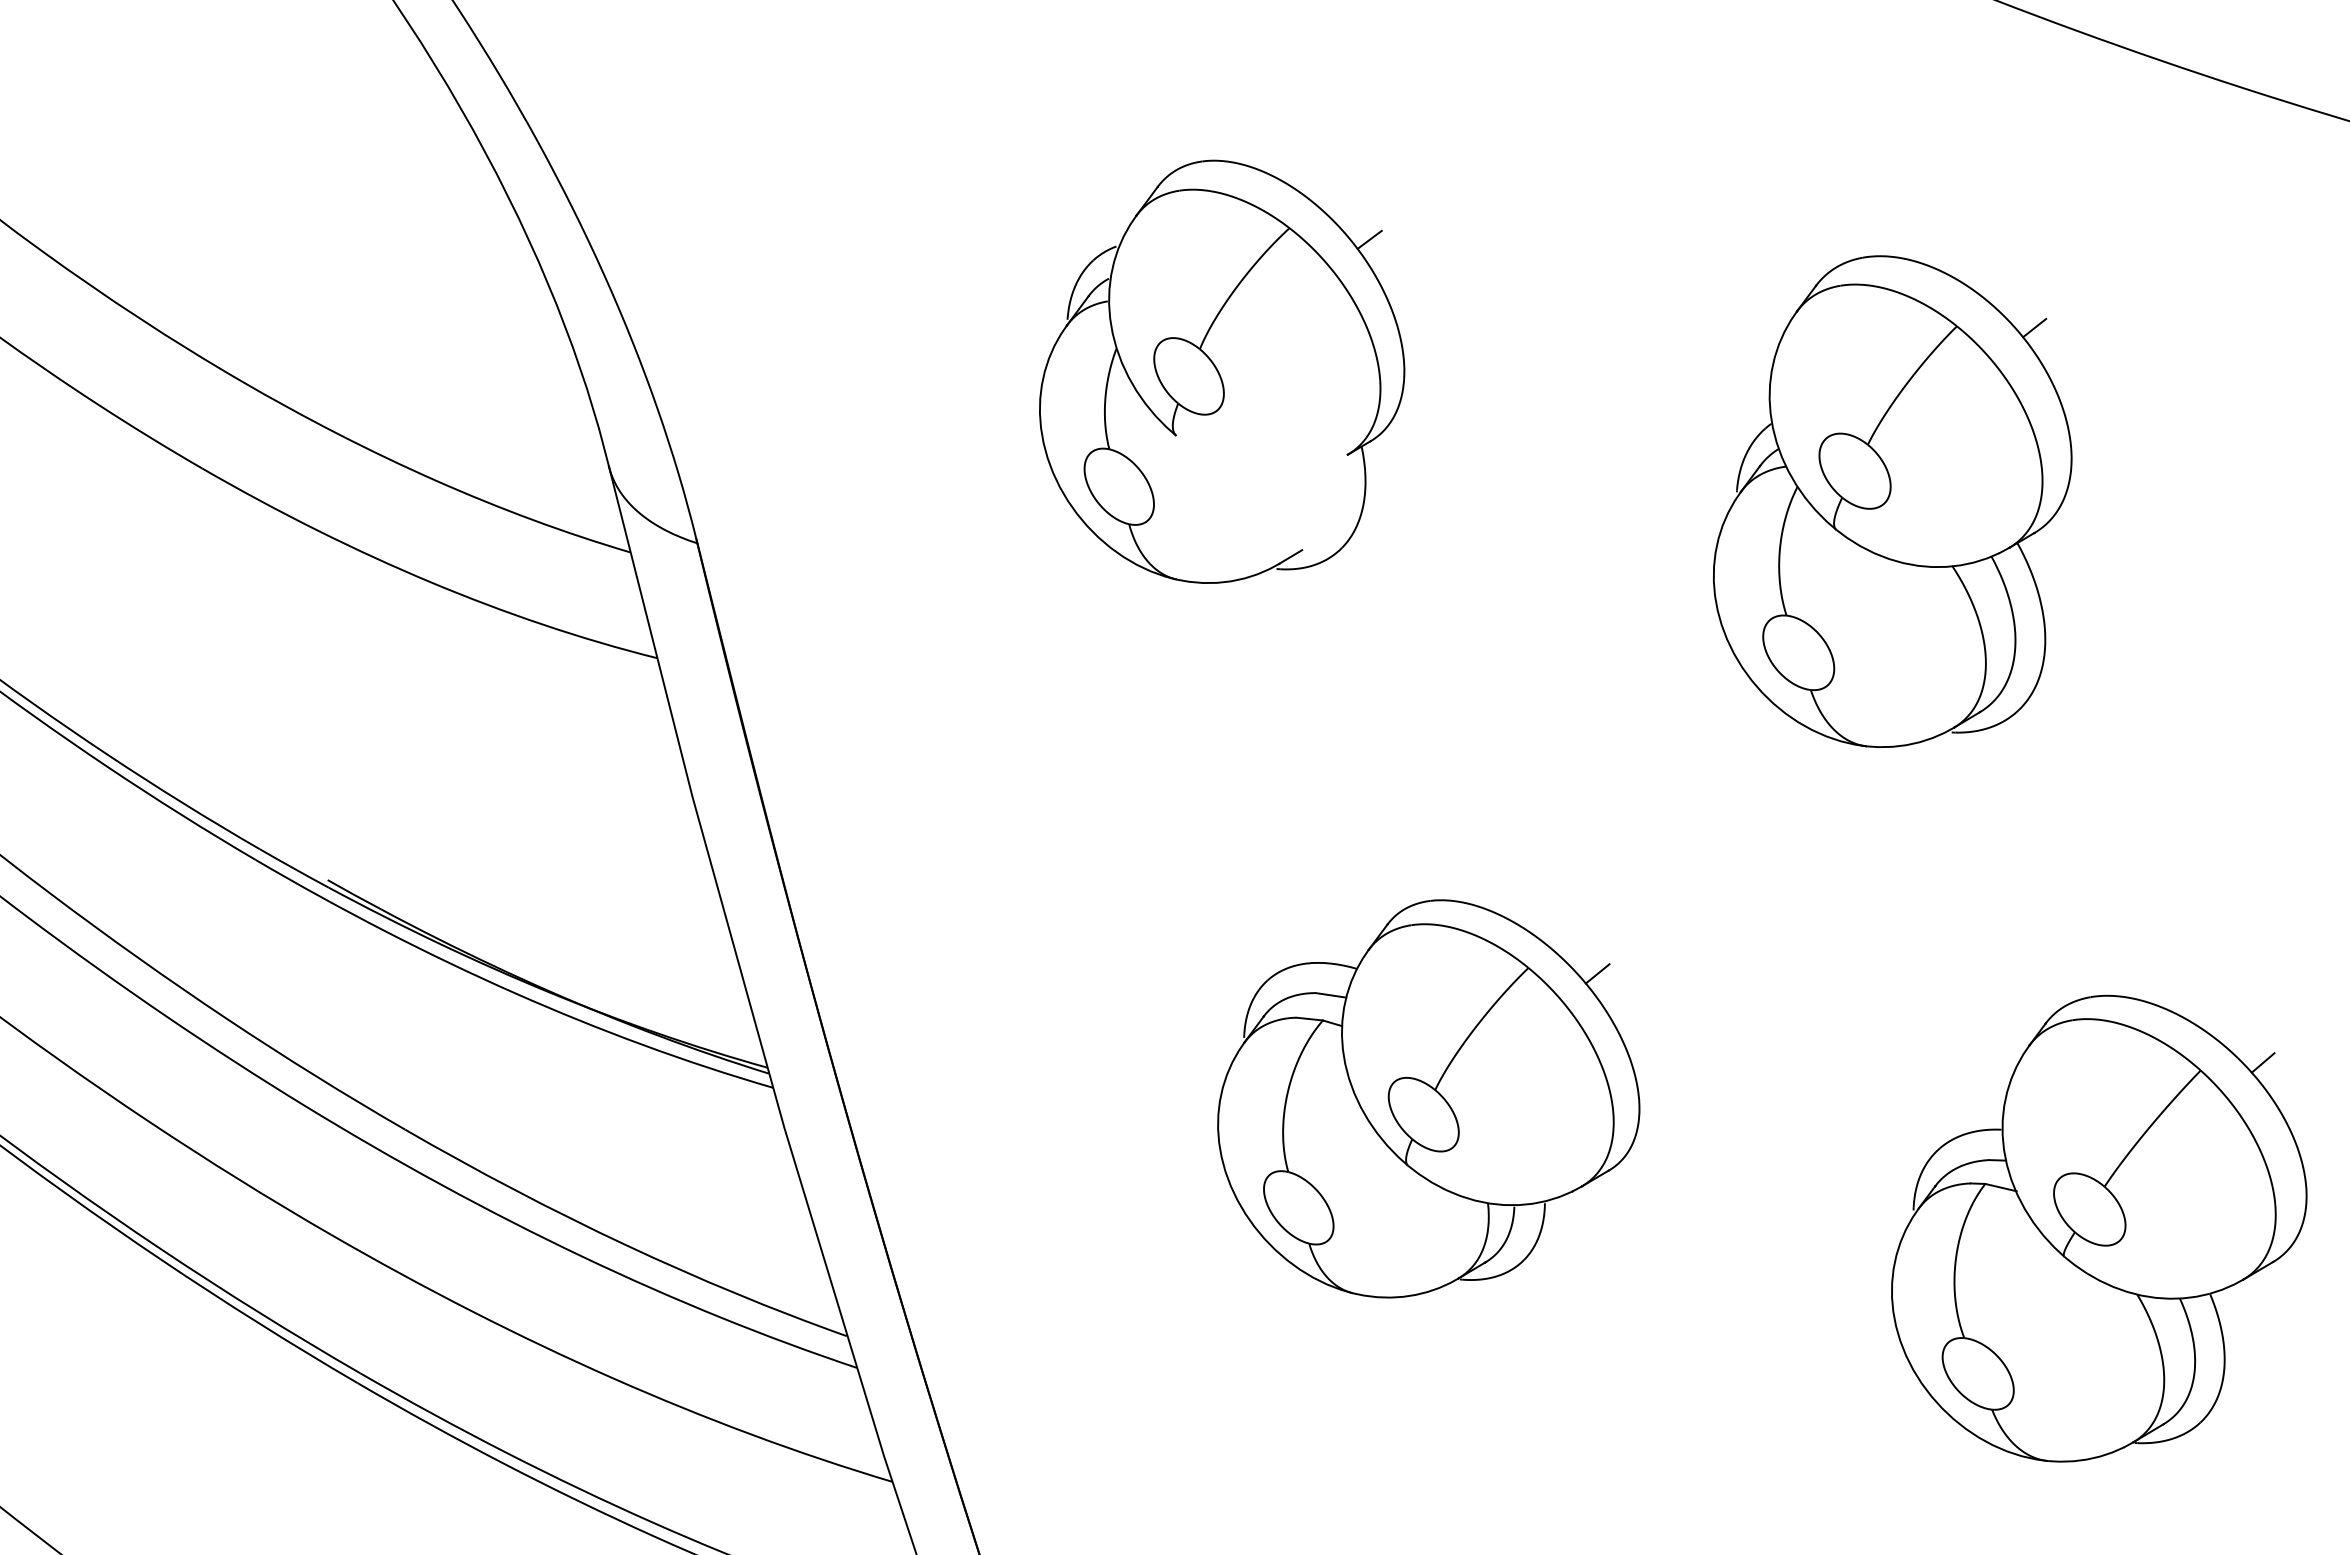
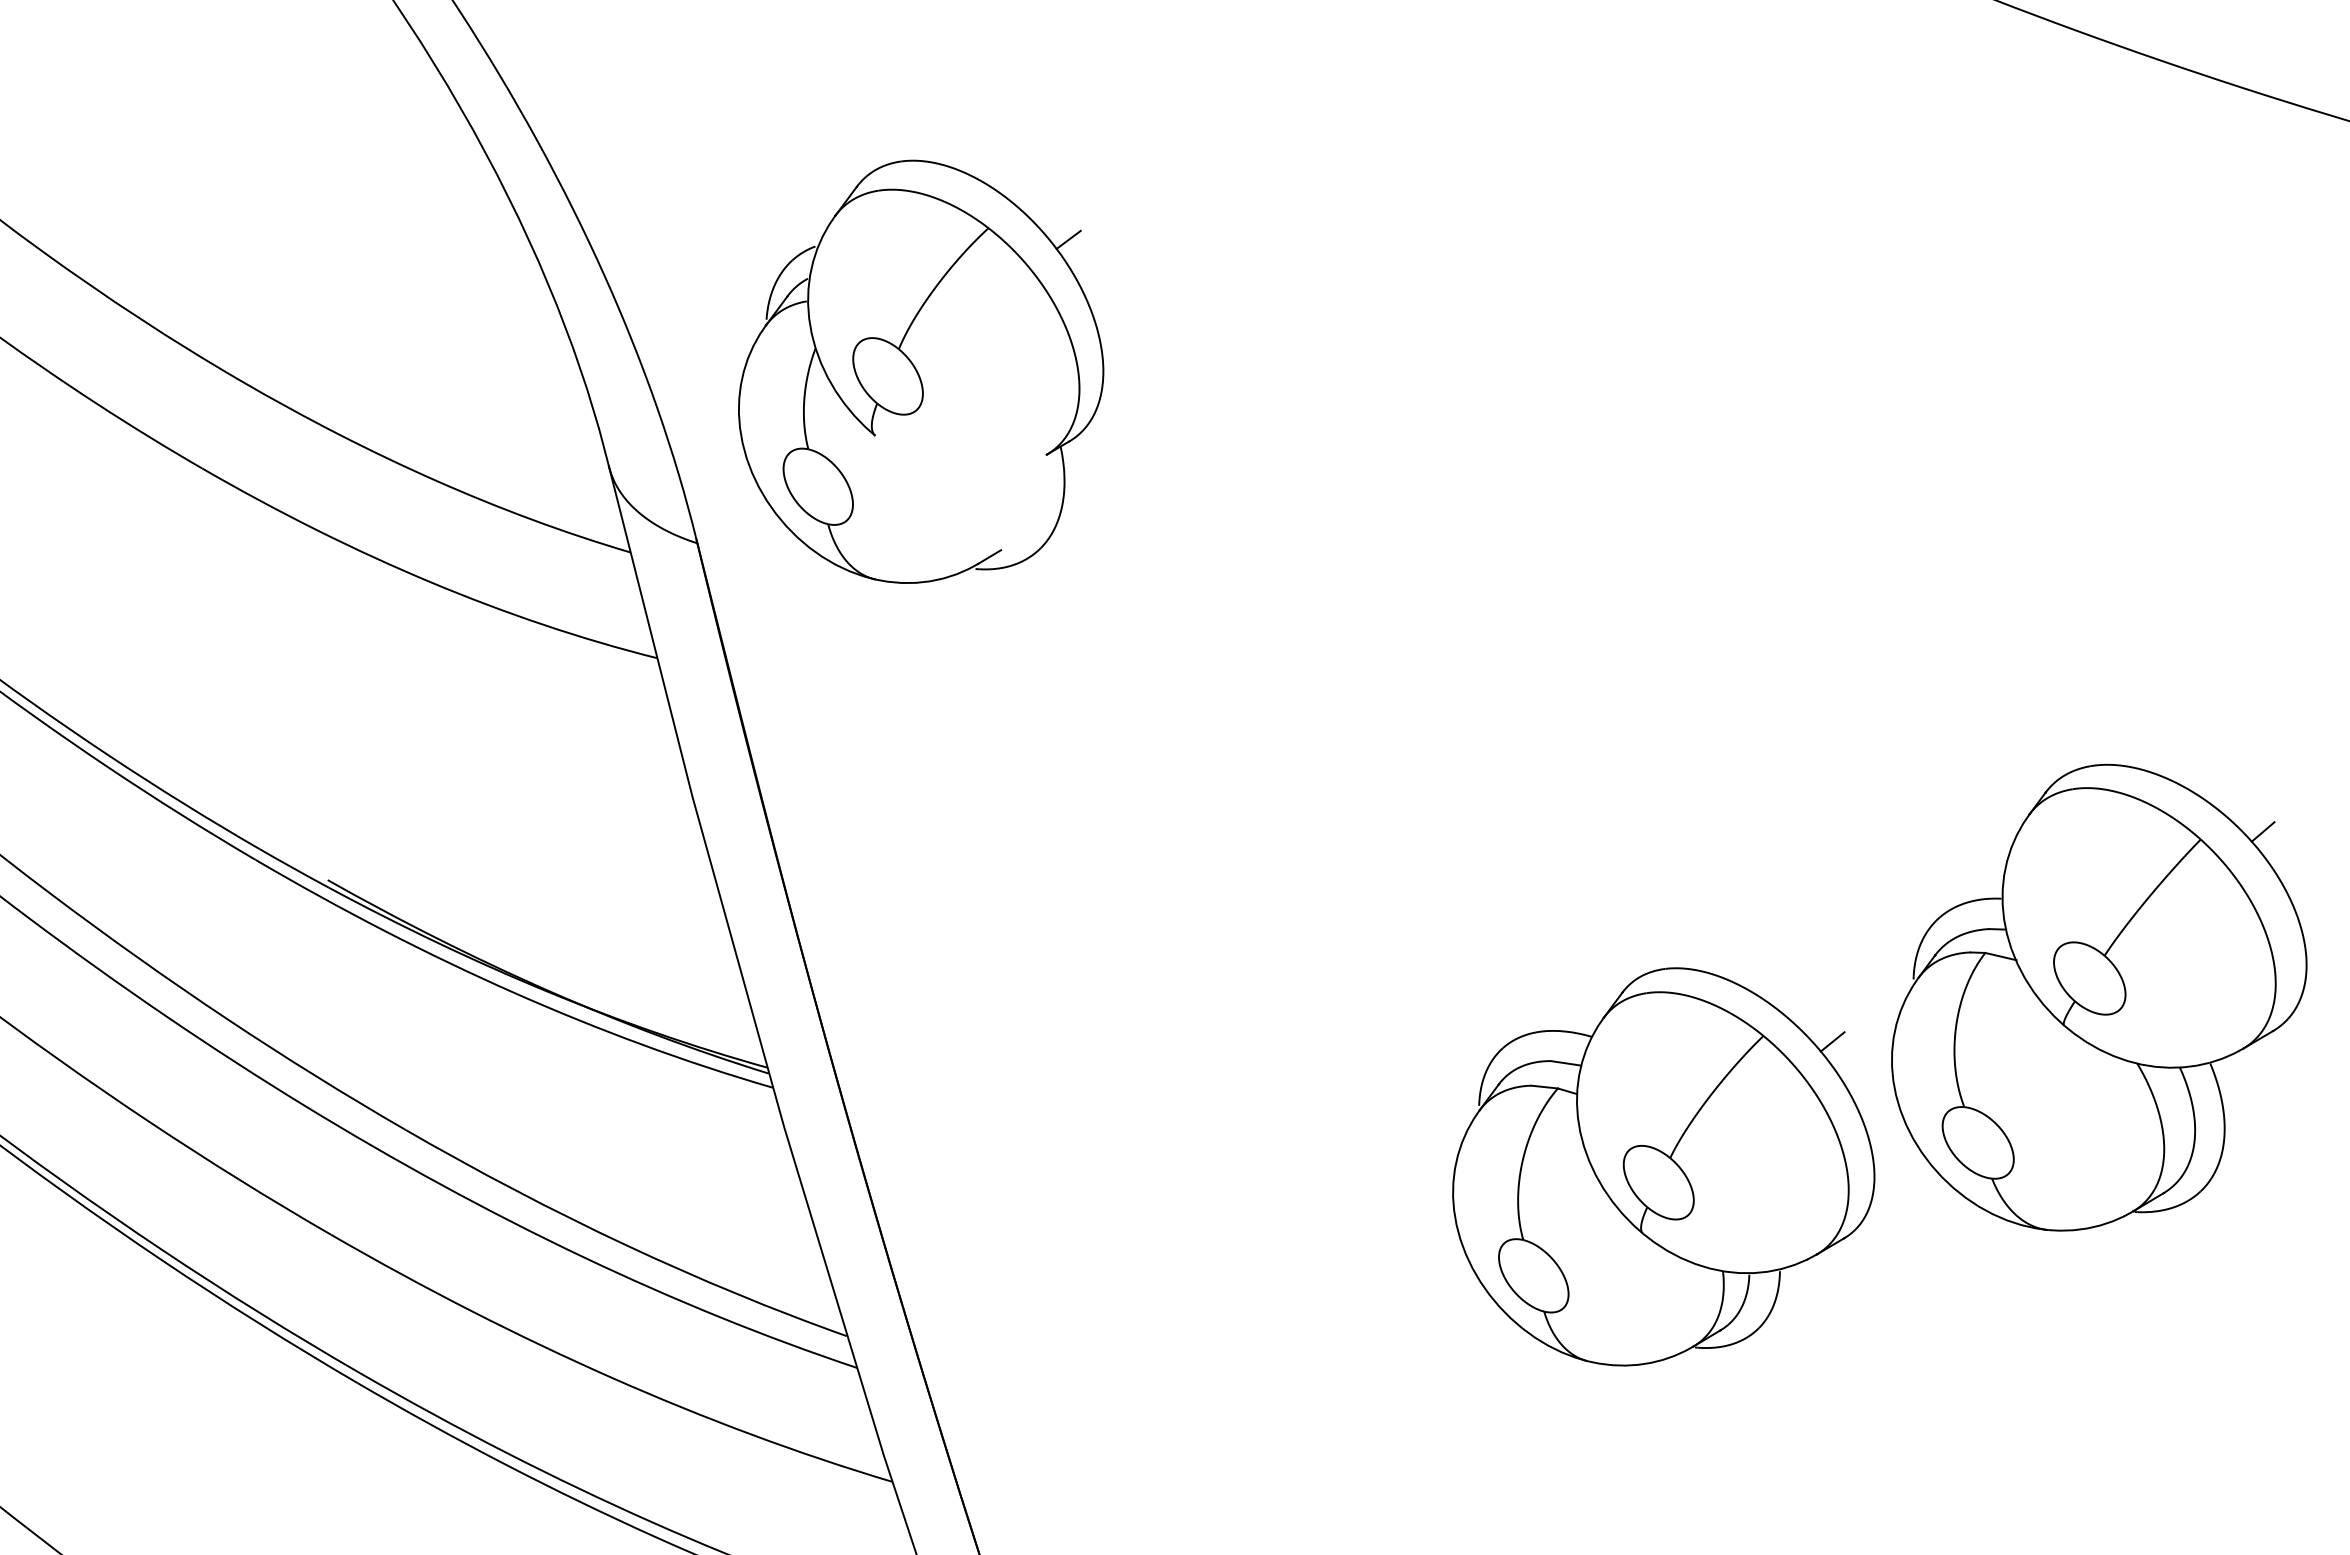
part at (1222, 371) position: (1222, 371) -> (921, 371)
part at (1892, 501): present -> none
part at (1428, 1098) position: (1428, 1098) -> (1663, 1166)
part at (2099, 1228) position: (2099, 1228) -> (2099, 997)
